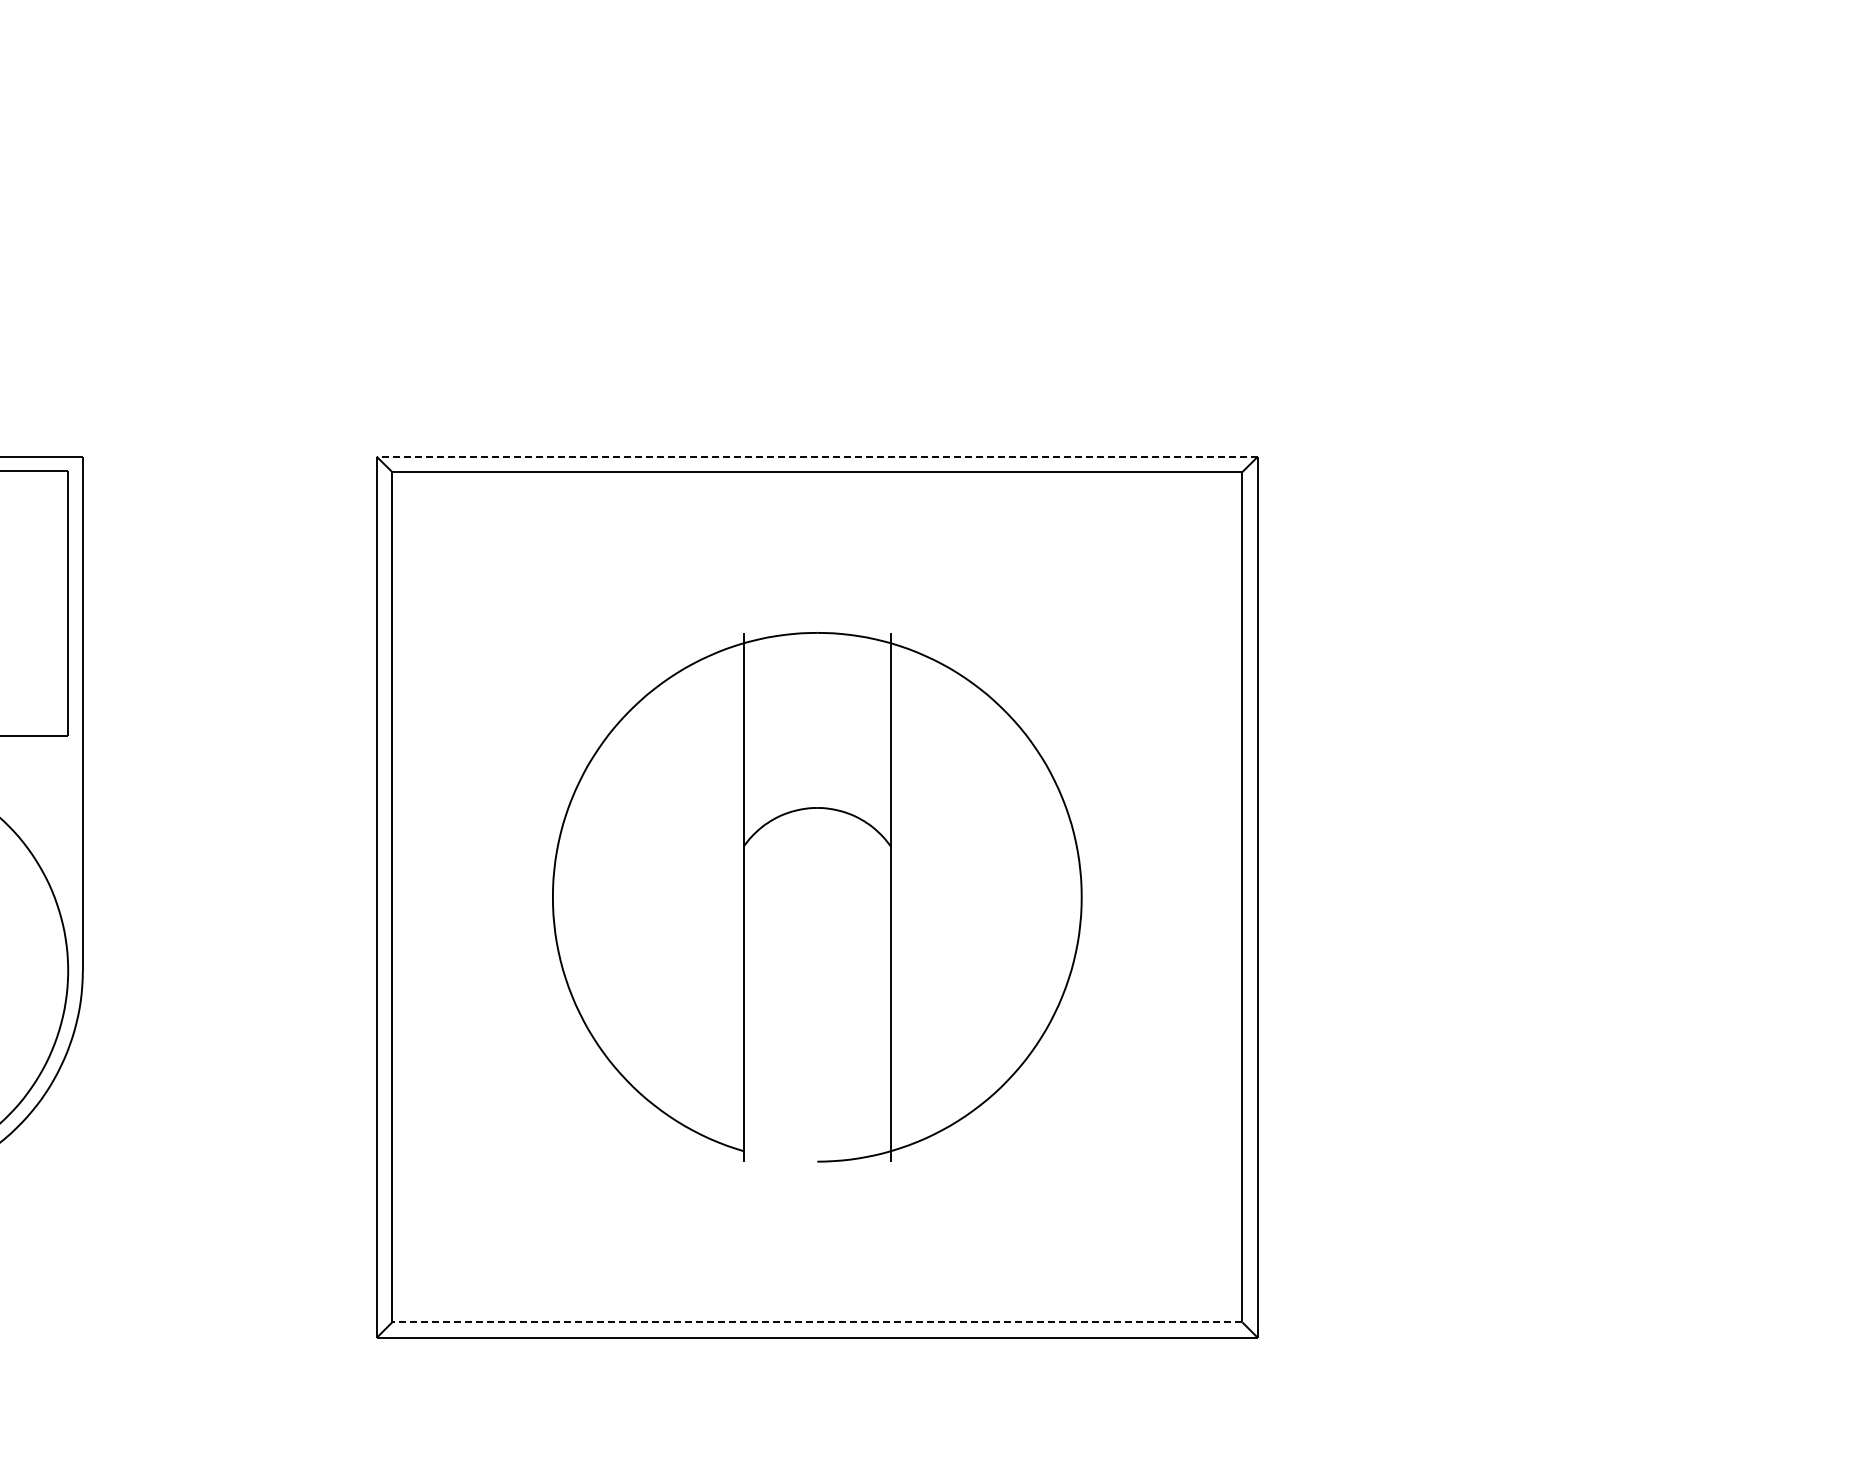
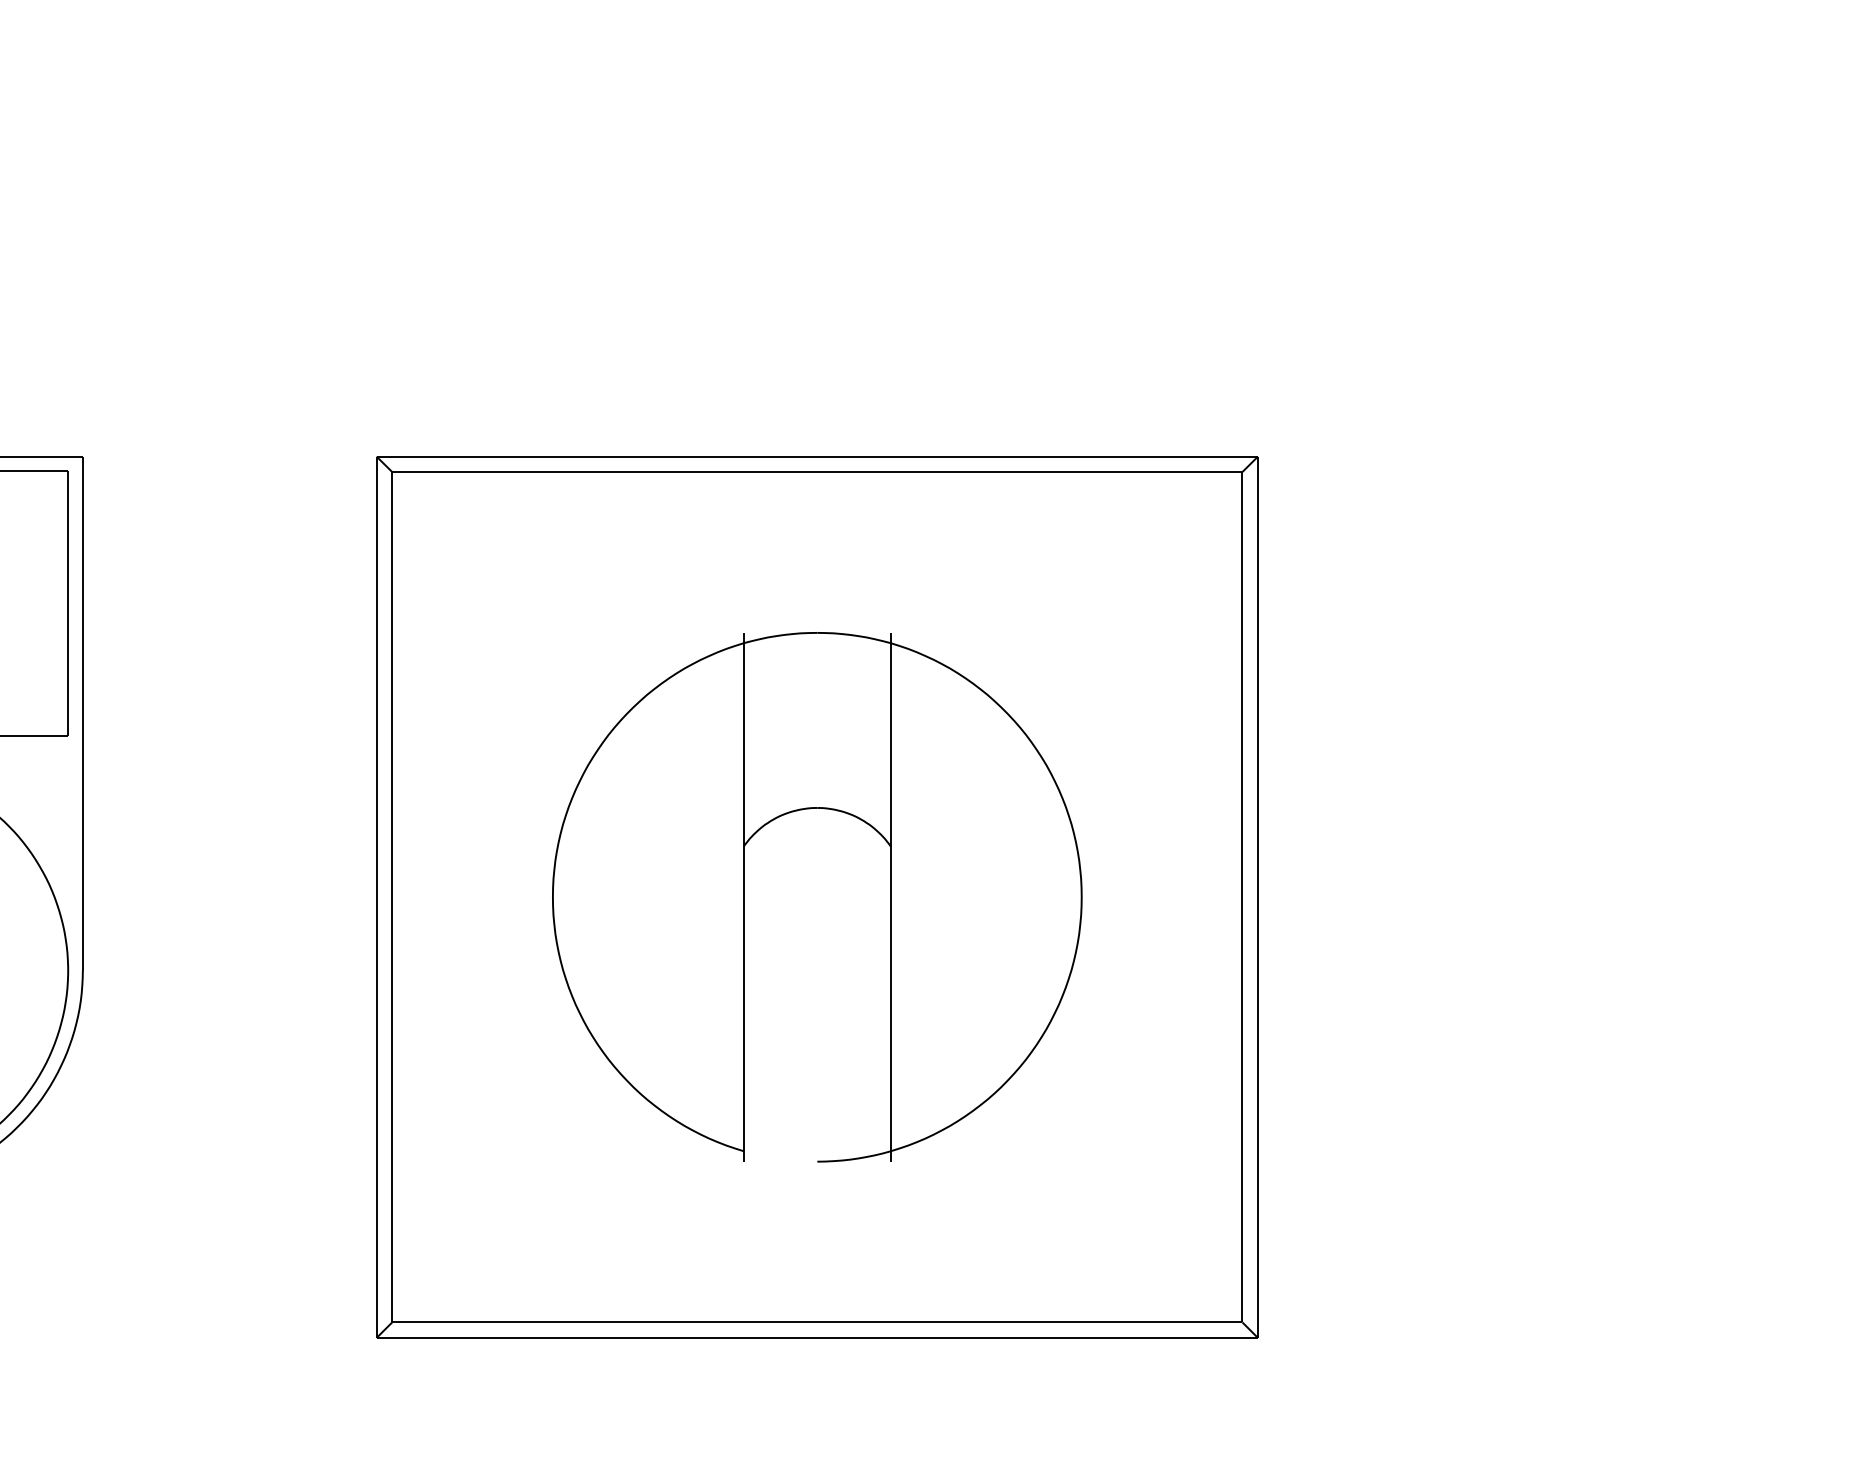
line at (817, 456): dashed -> solid
line at (816, 1322): dashed -> solid
